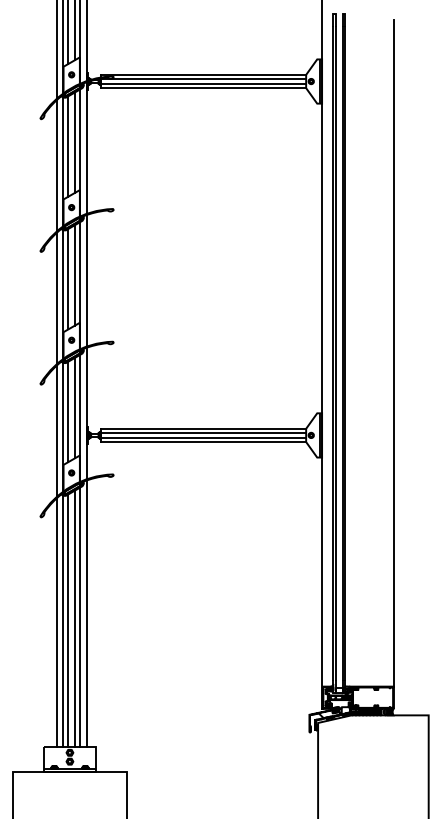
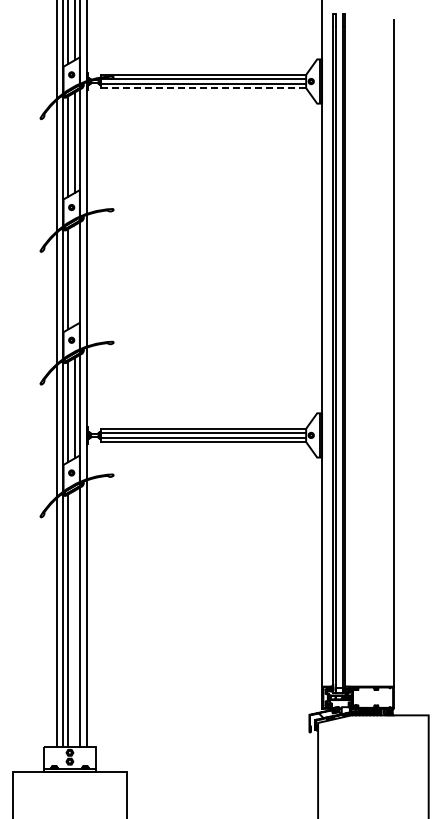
line at (203, 88): solid -> dashed
line at (75, 275): present -> none
line at (75, 618): present -> none
